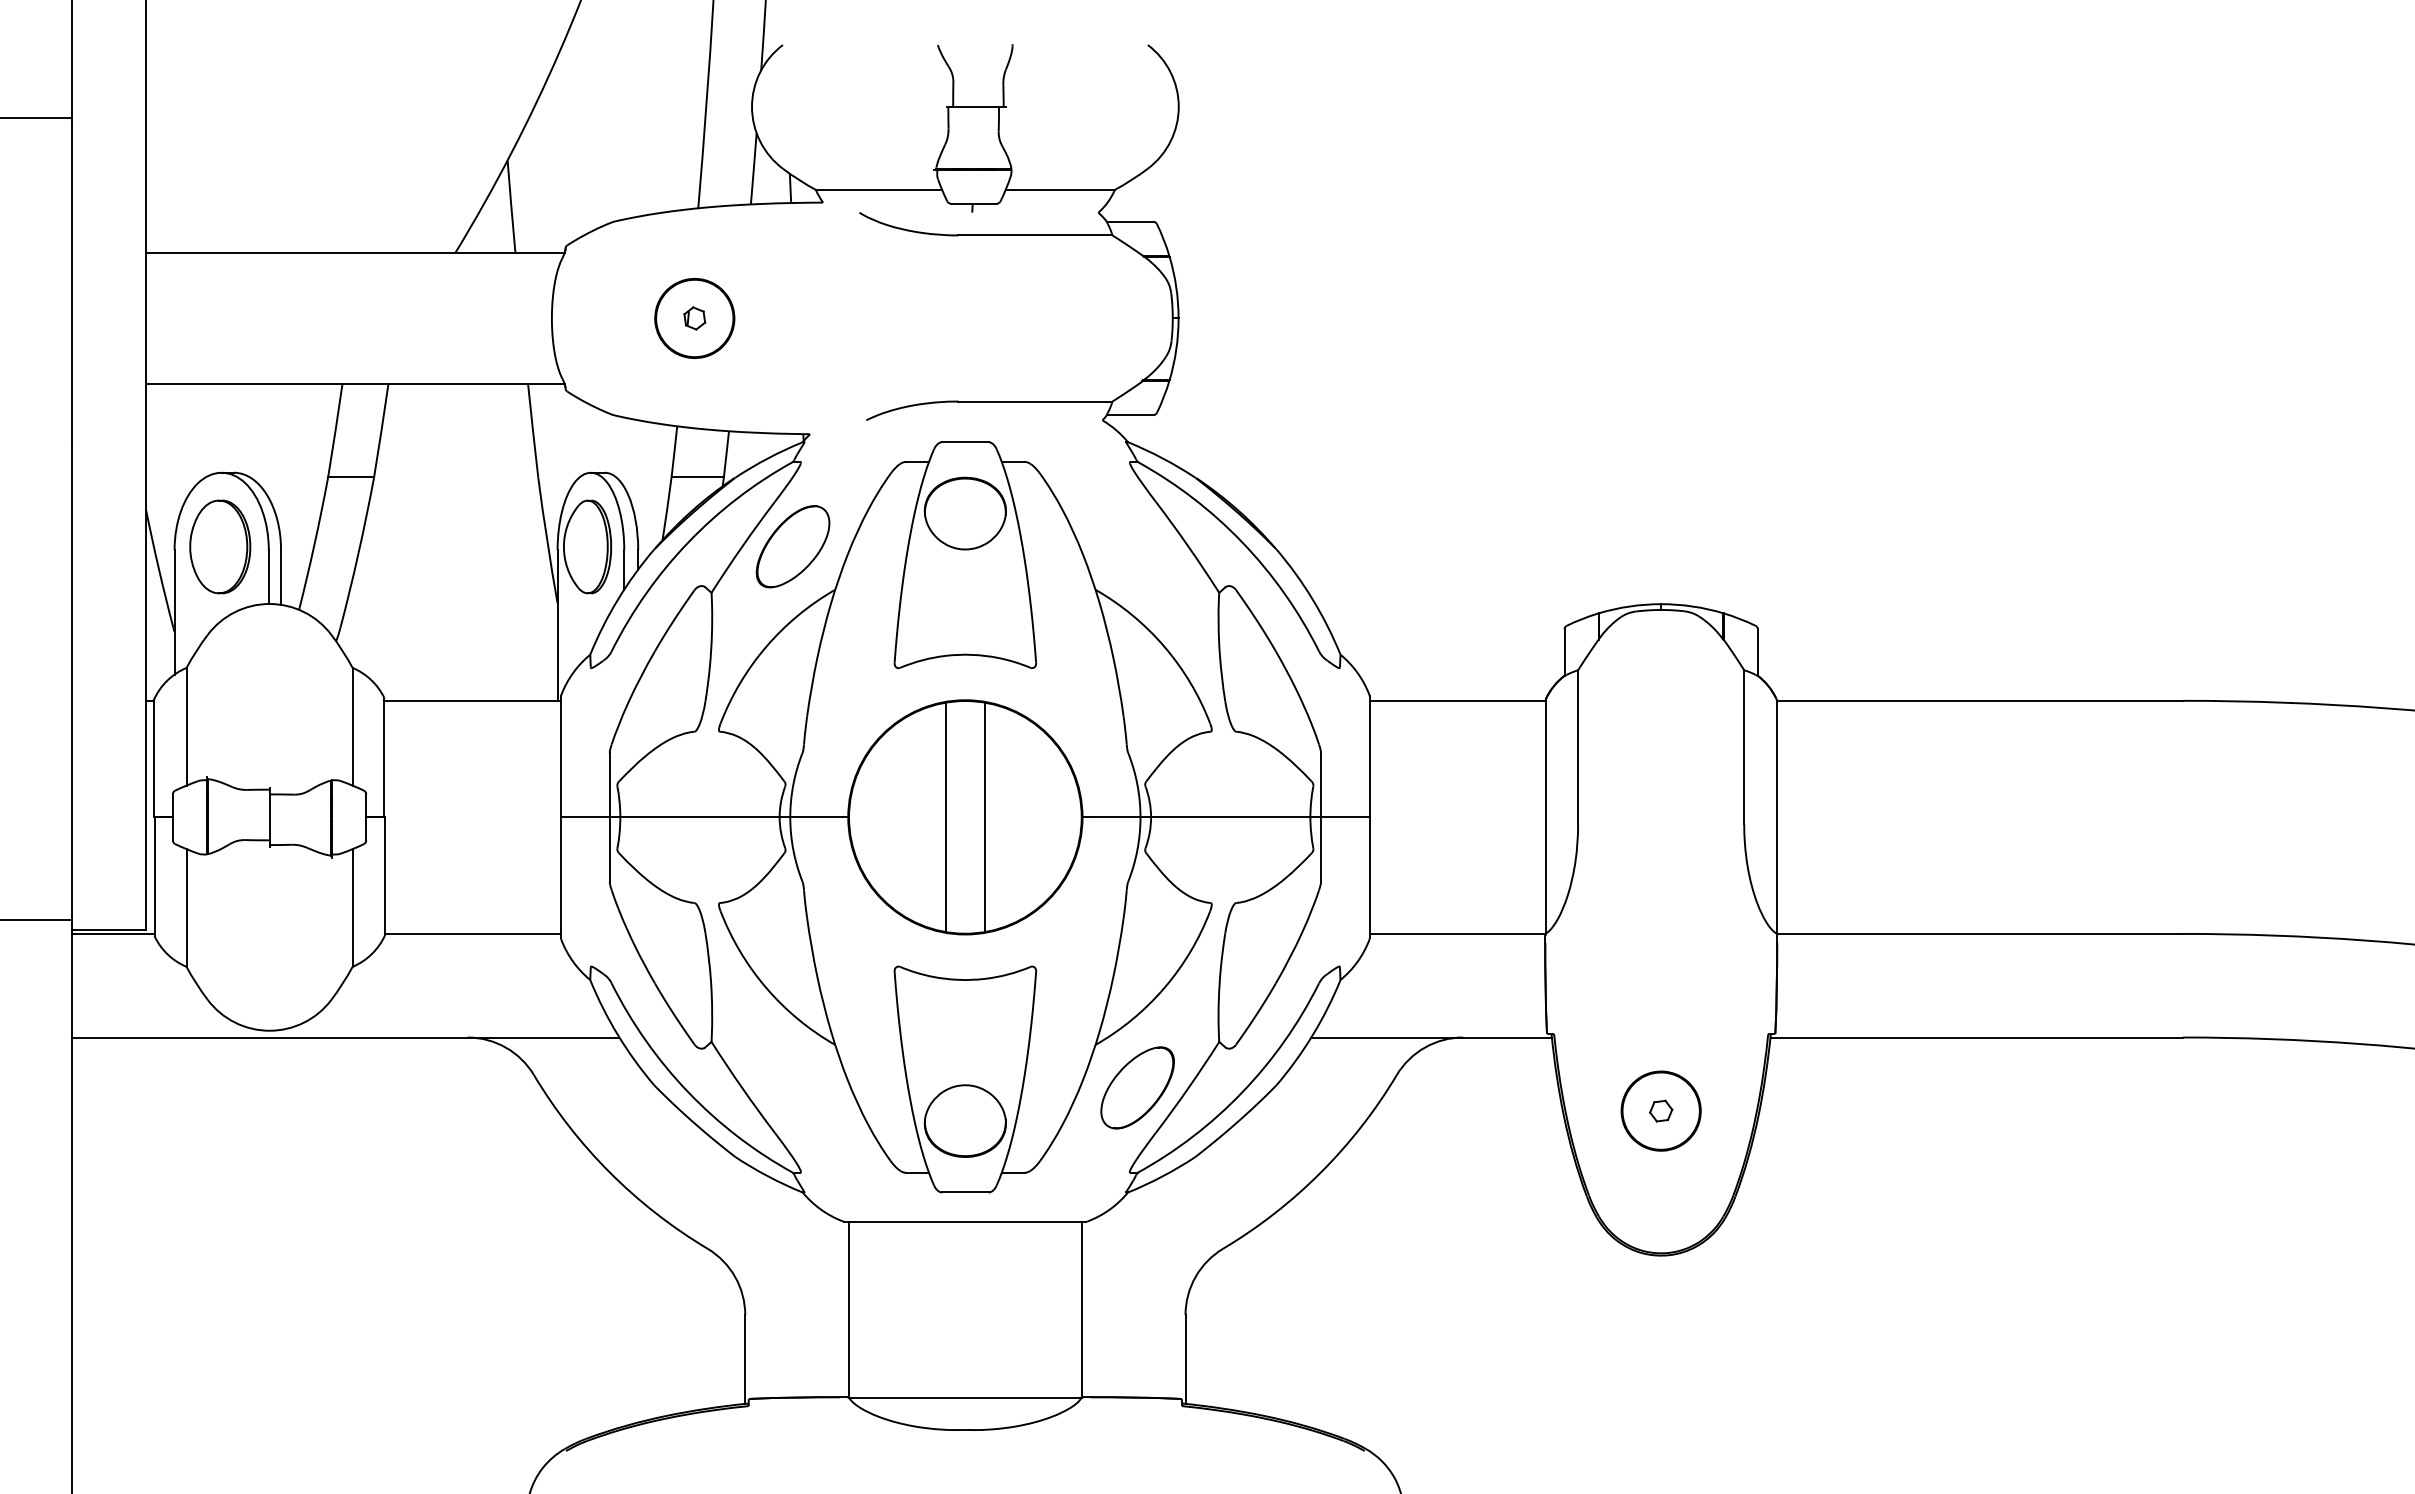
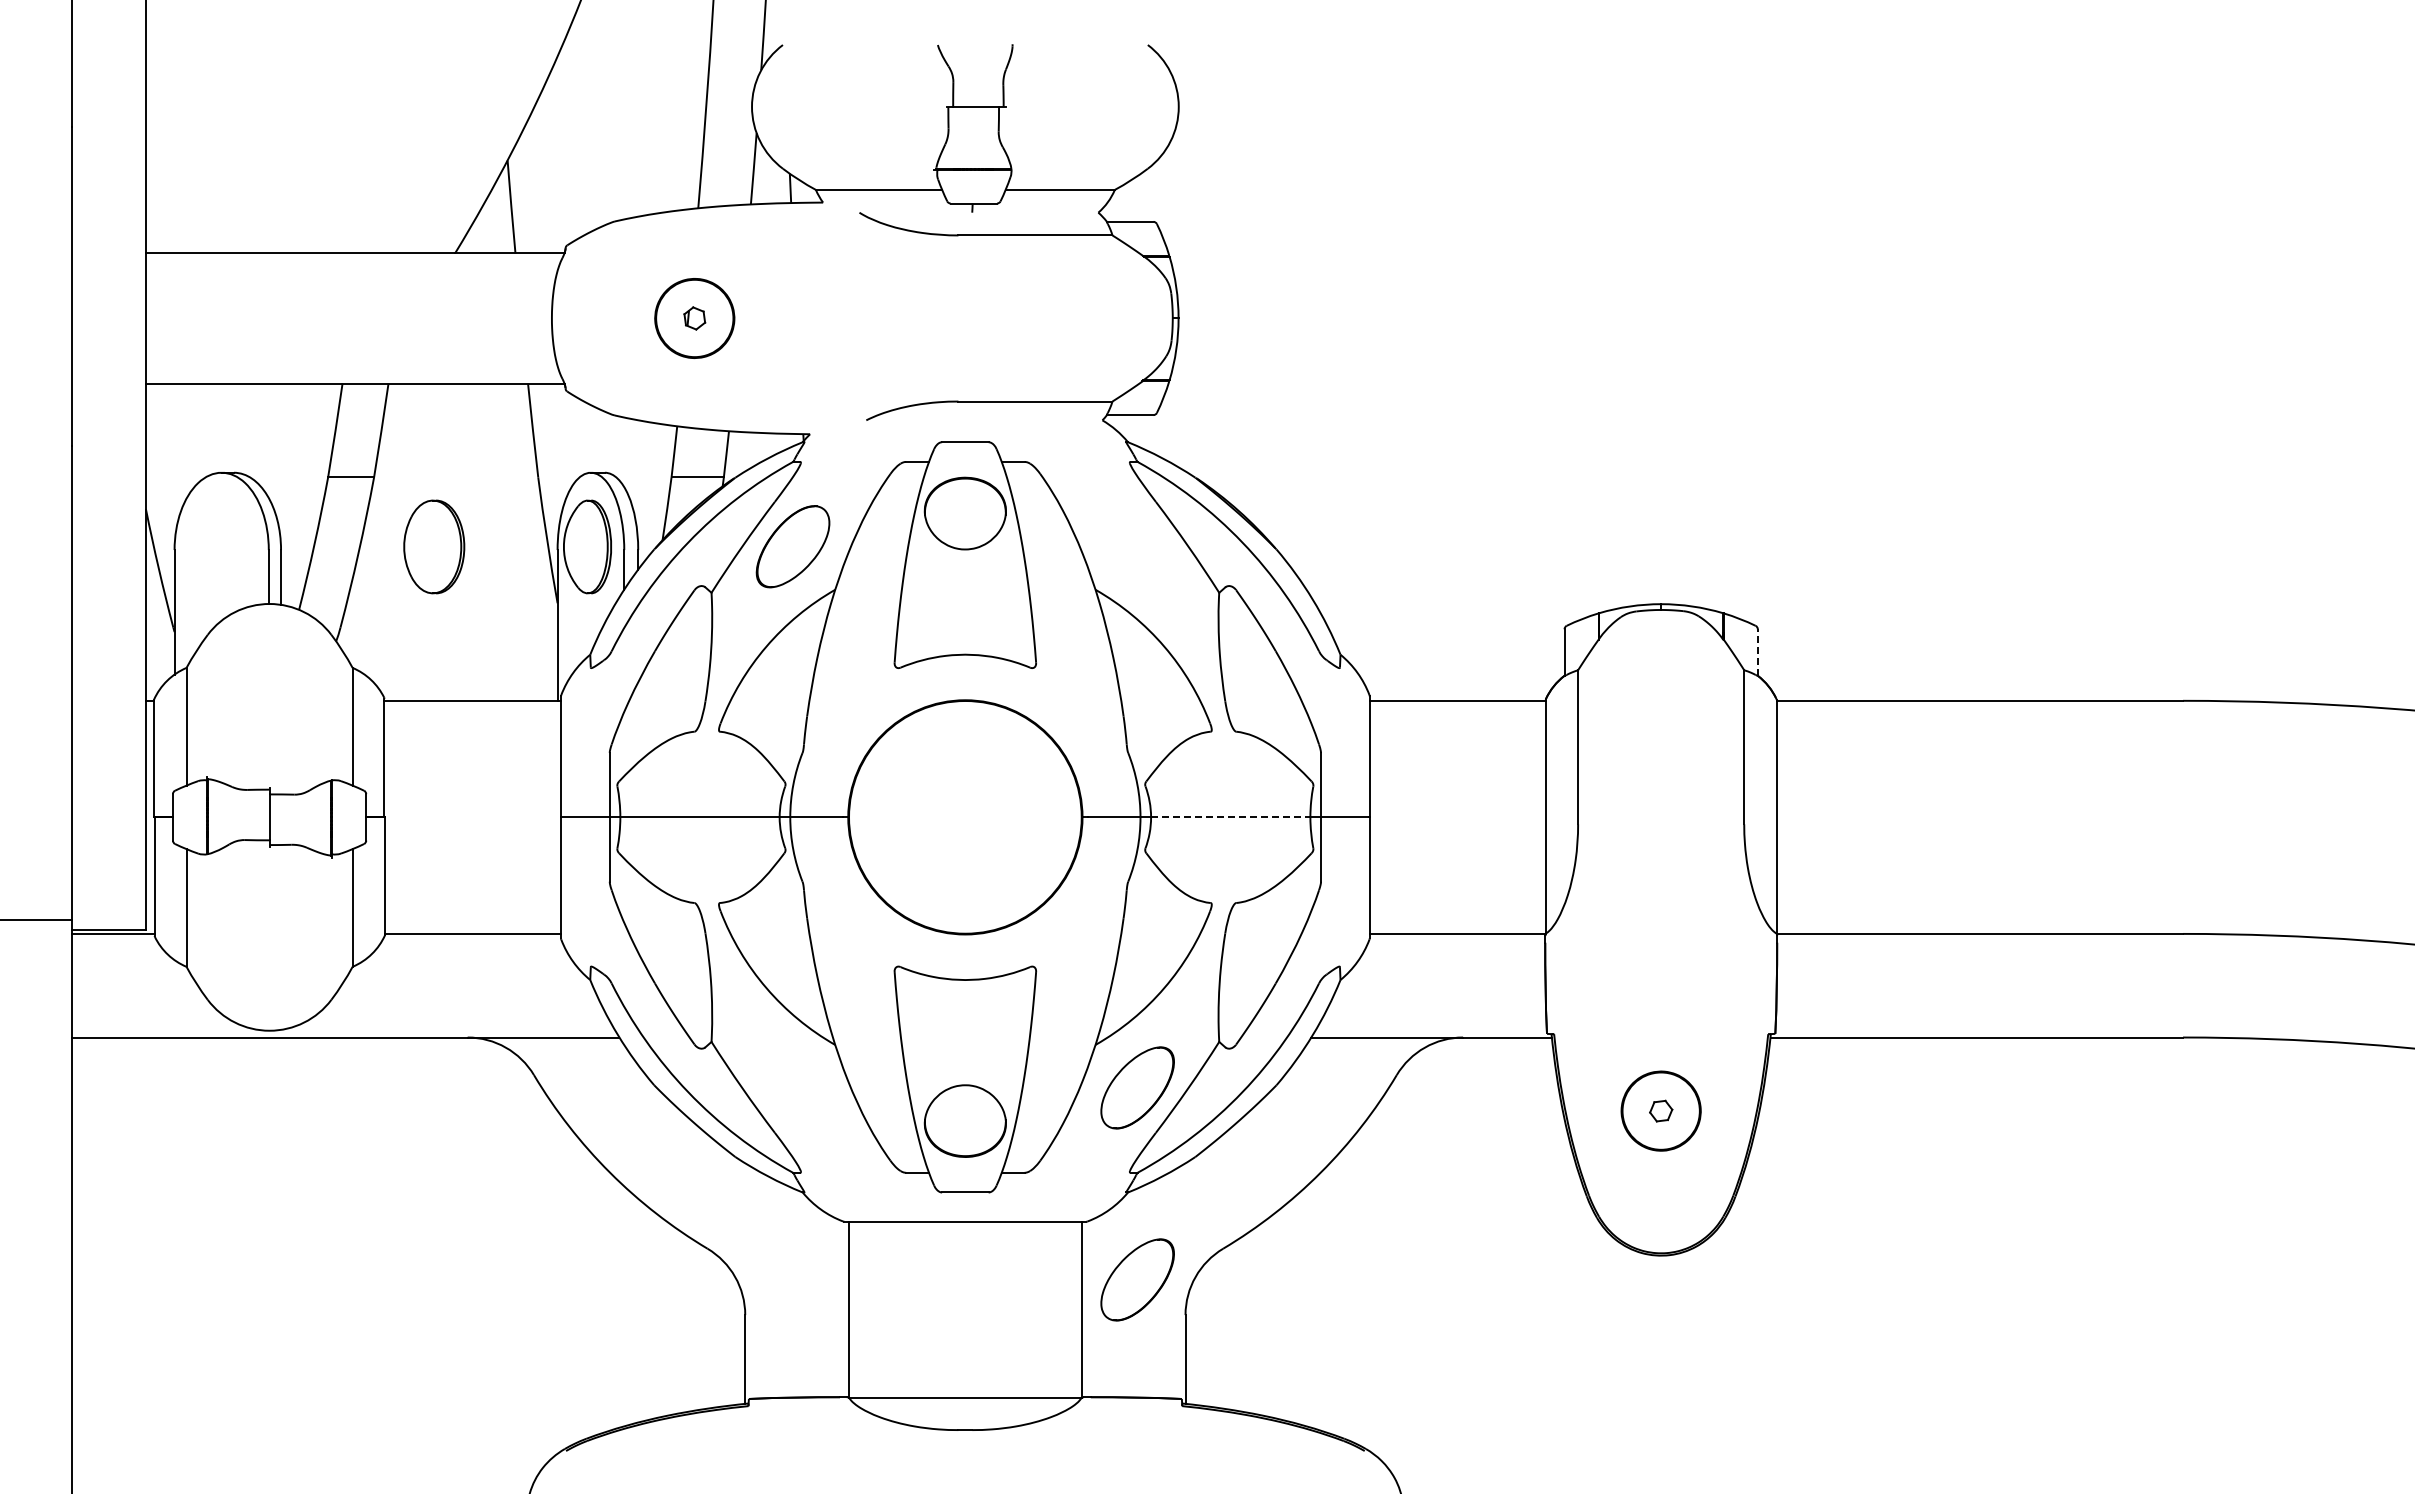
line at (37, 118): present -> none
part at (220, 546) position: (220, 546) -> (434, 546)
line at (1757, 652): solid -> dashed
line at (946, 817): present -> none
line at (984, 817): present -> none
line at (1230, 817): solid -> dashed
part at (1137, 1279): none -> present
